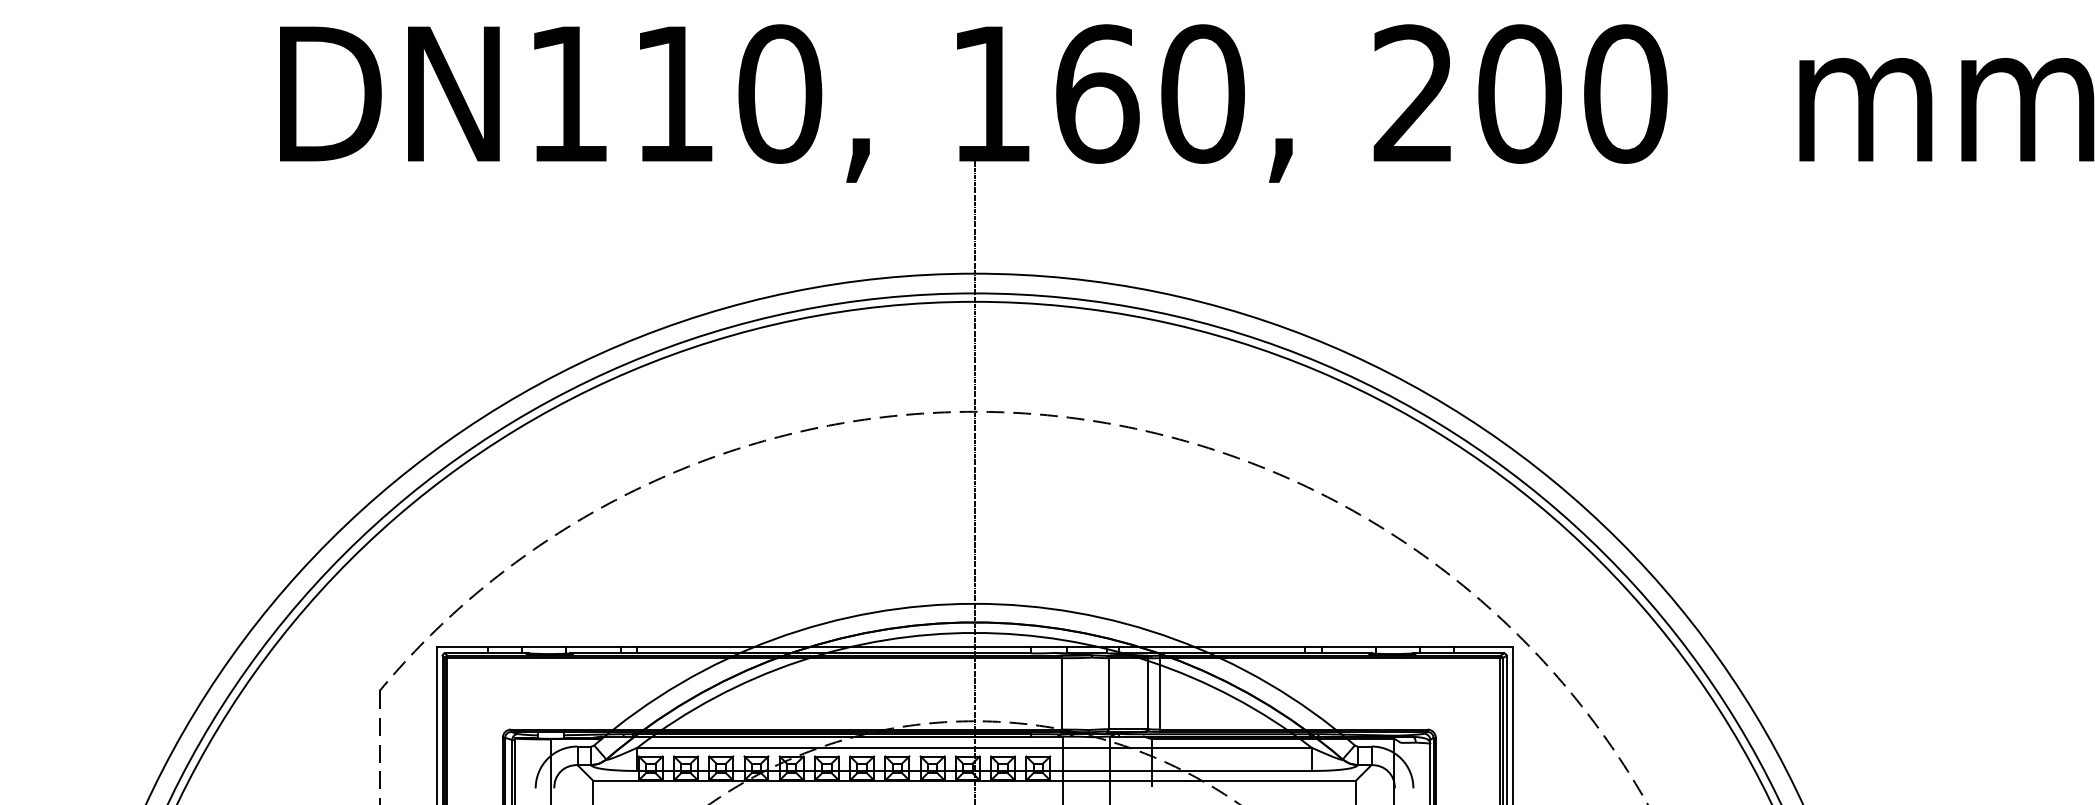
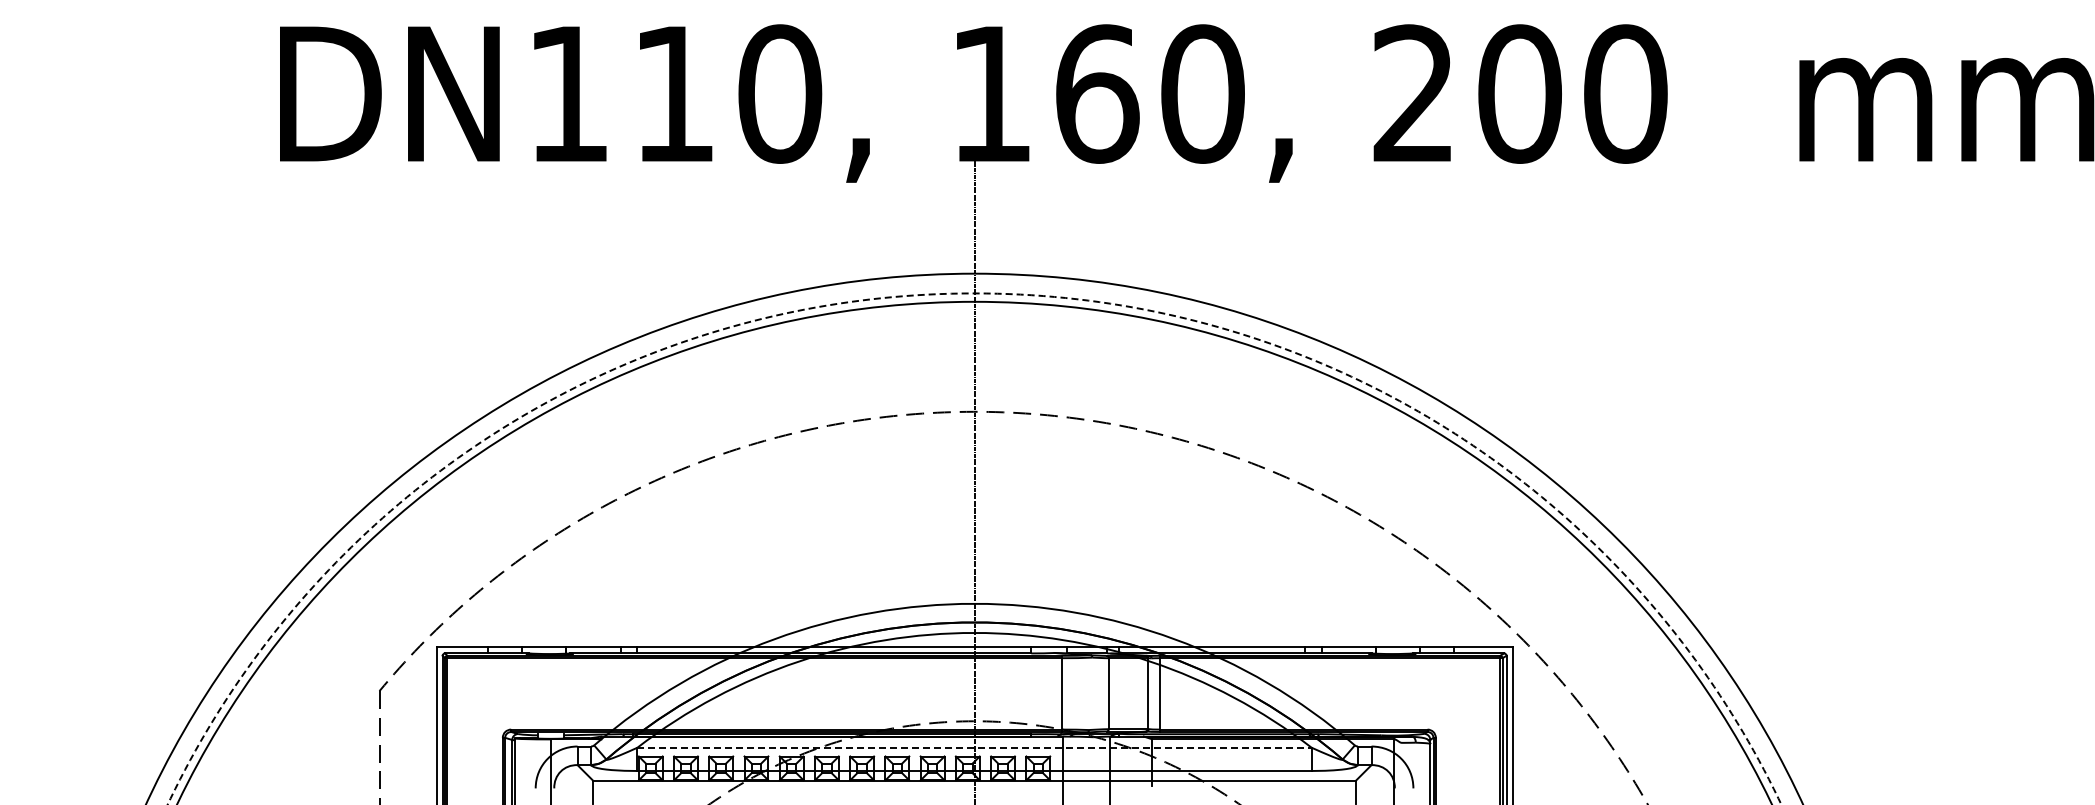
circle at (974, 548): solid -> dashed
line at (975, 747): solid -> dashed
